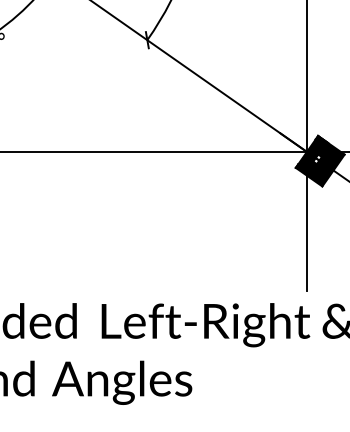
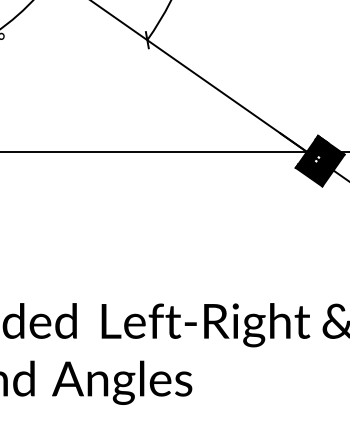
line at (306, 146): present -> none
